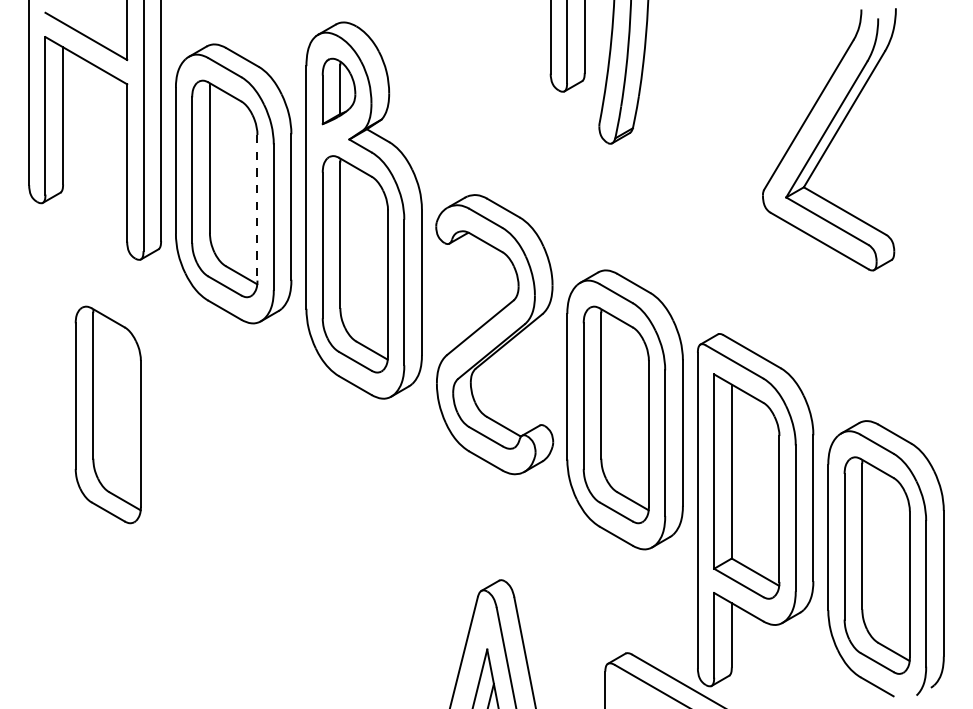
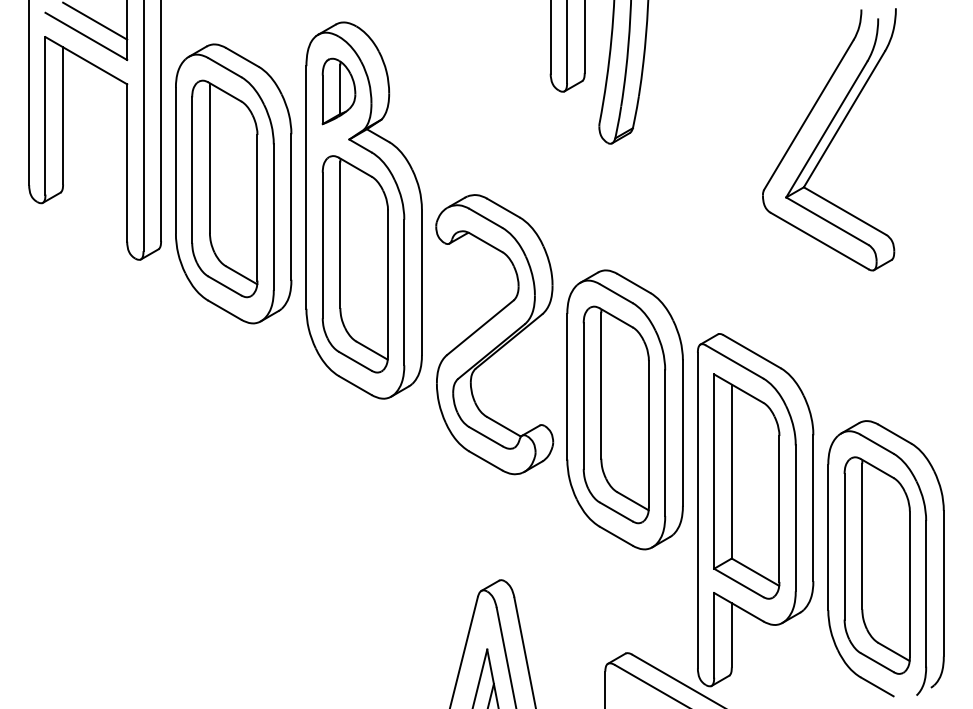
line at (95, 20): none -> present
line at (257, 207): dashed -> solid
part at (107, 414): present -> none
